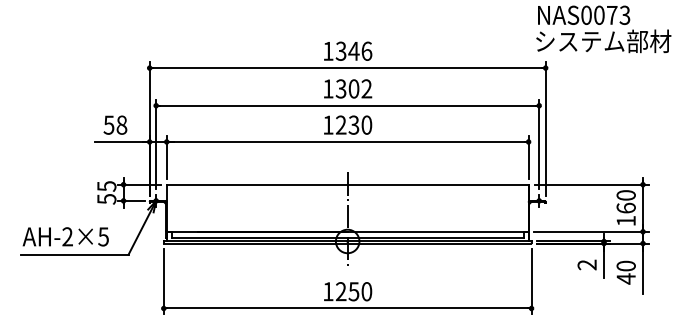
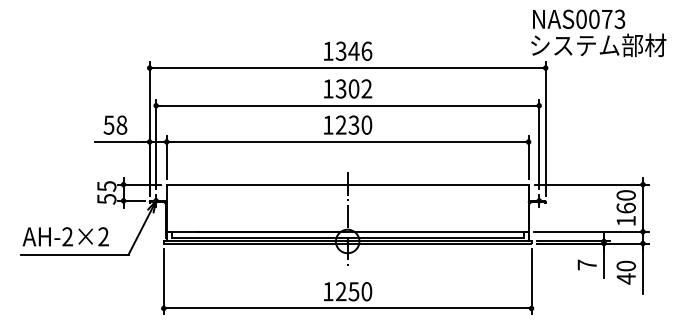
text at (603, 29) position: (603, 29) -> (598, 33)
text at (103, 236): AH-2×5 -> AH-2×2
text at (586, 264): 2 -> 7
